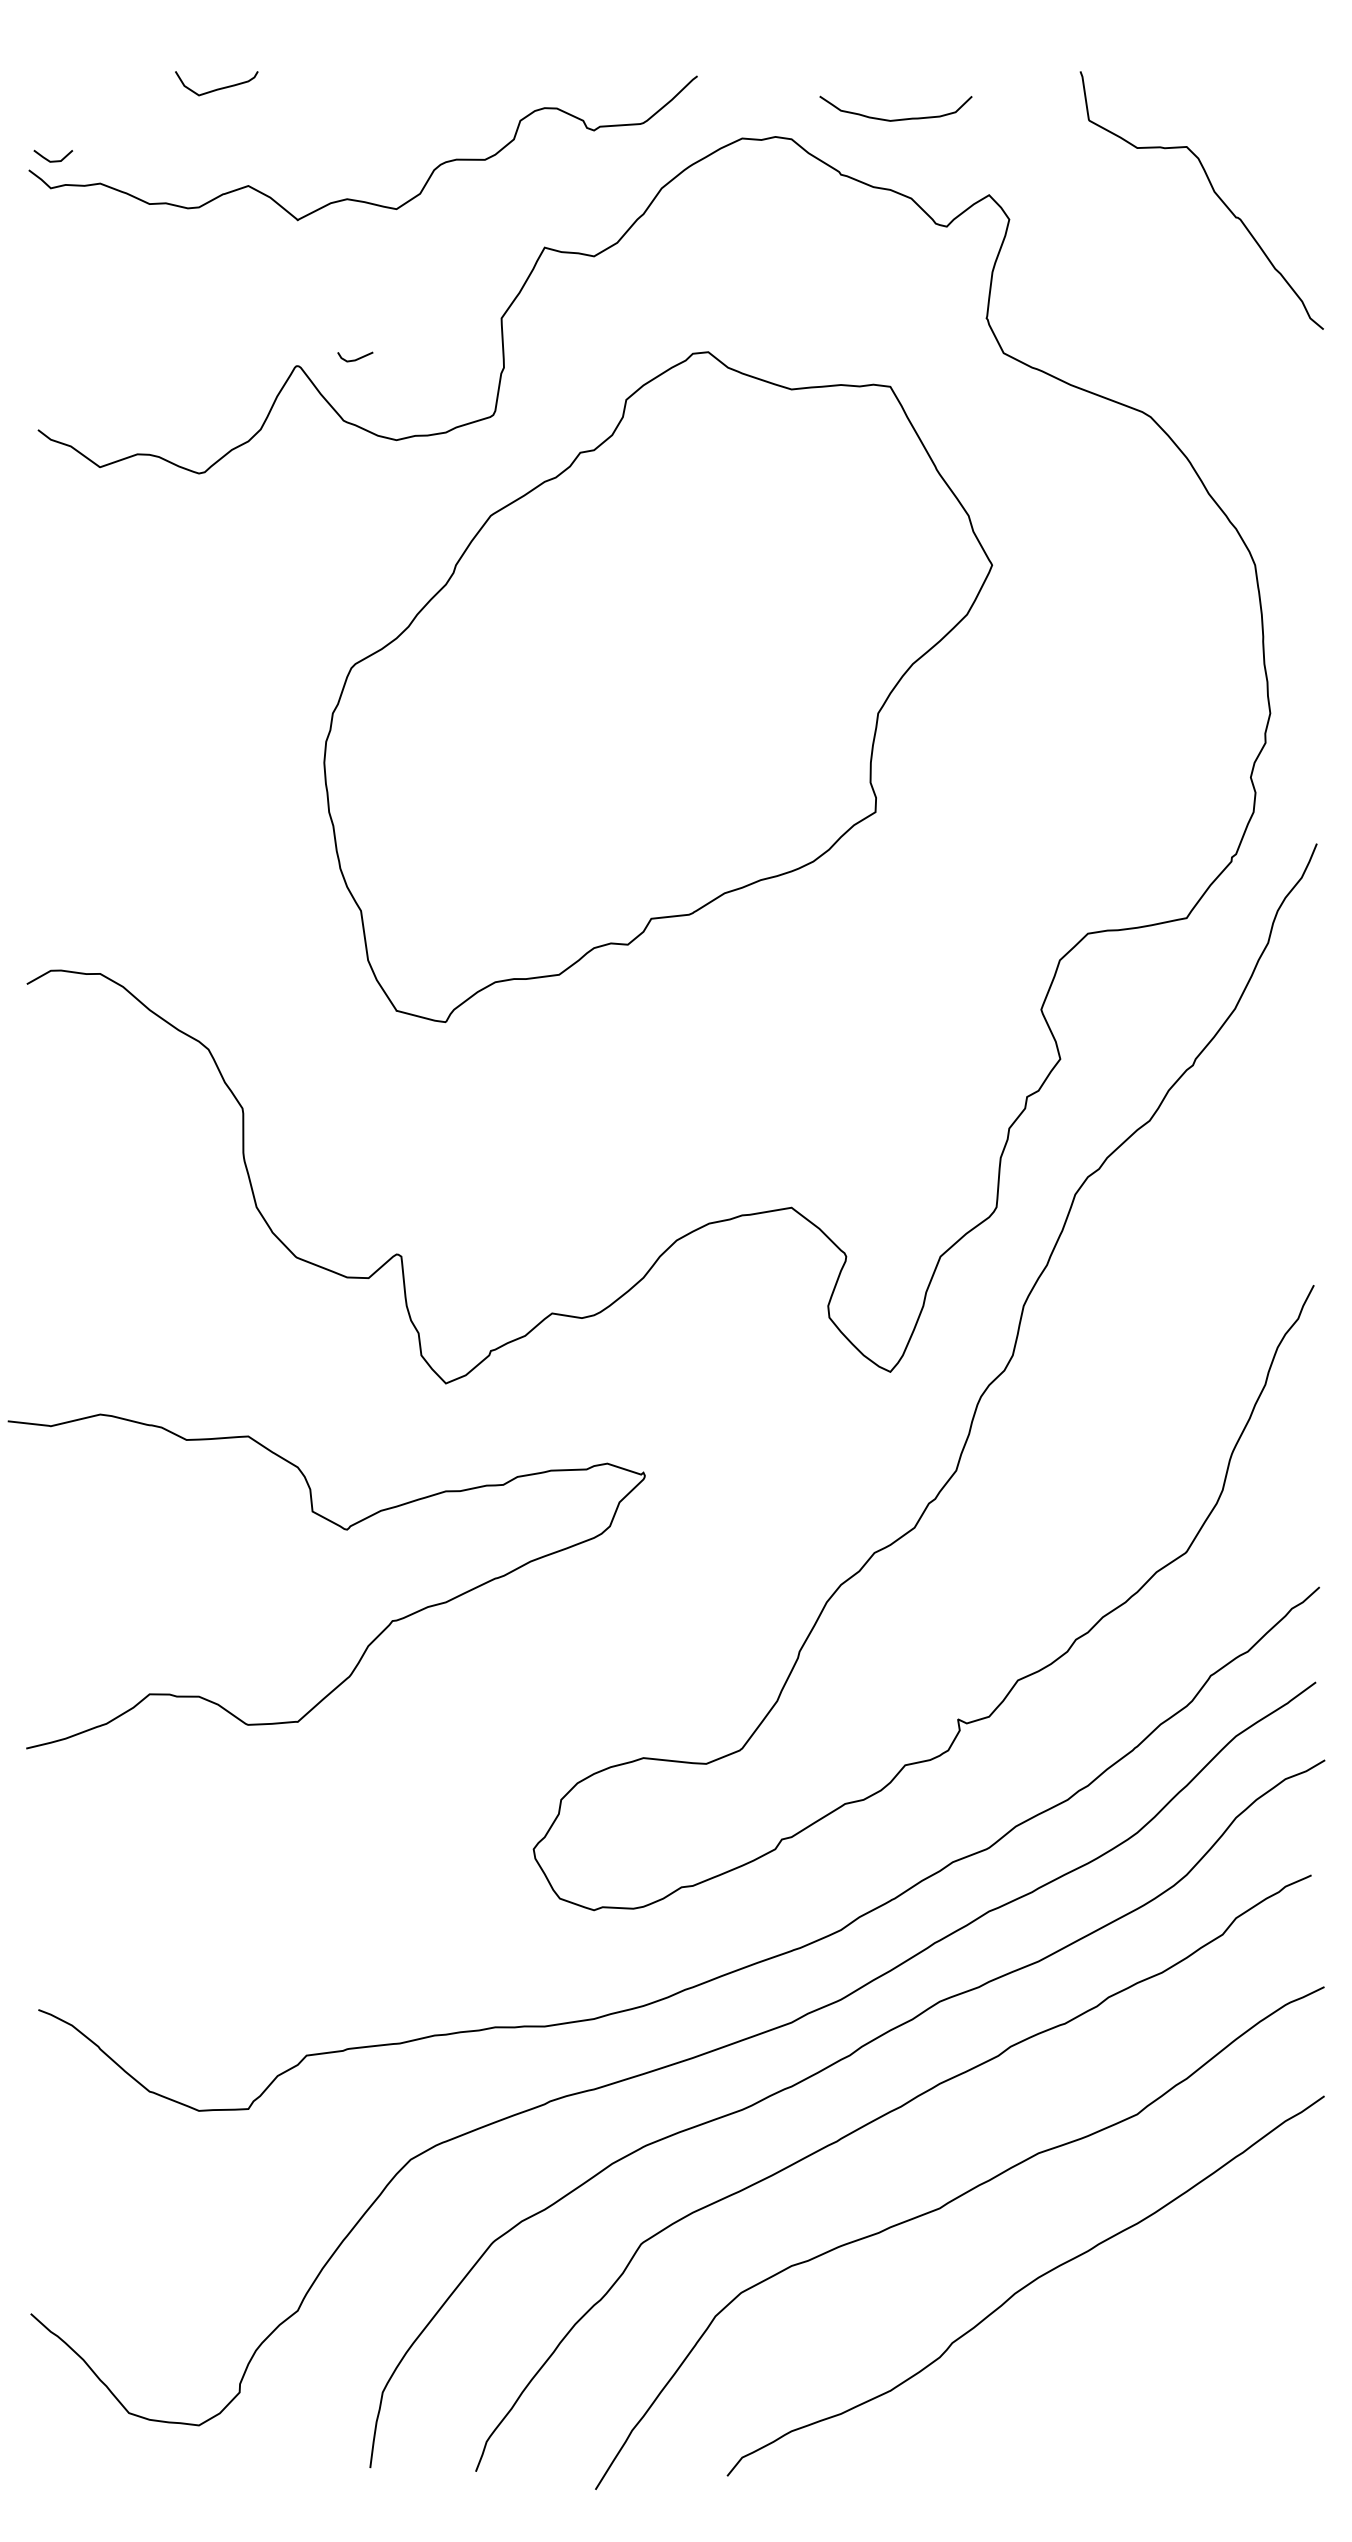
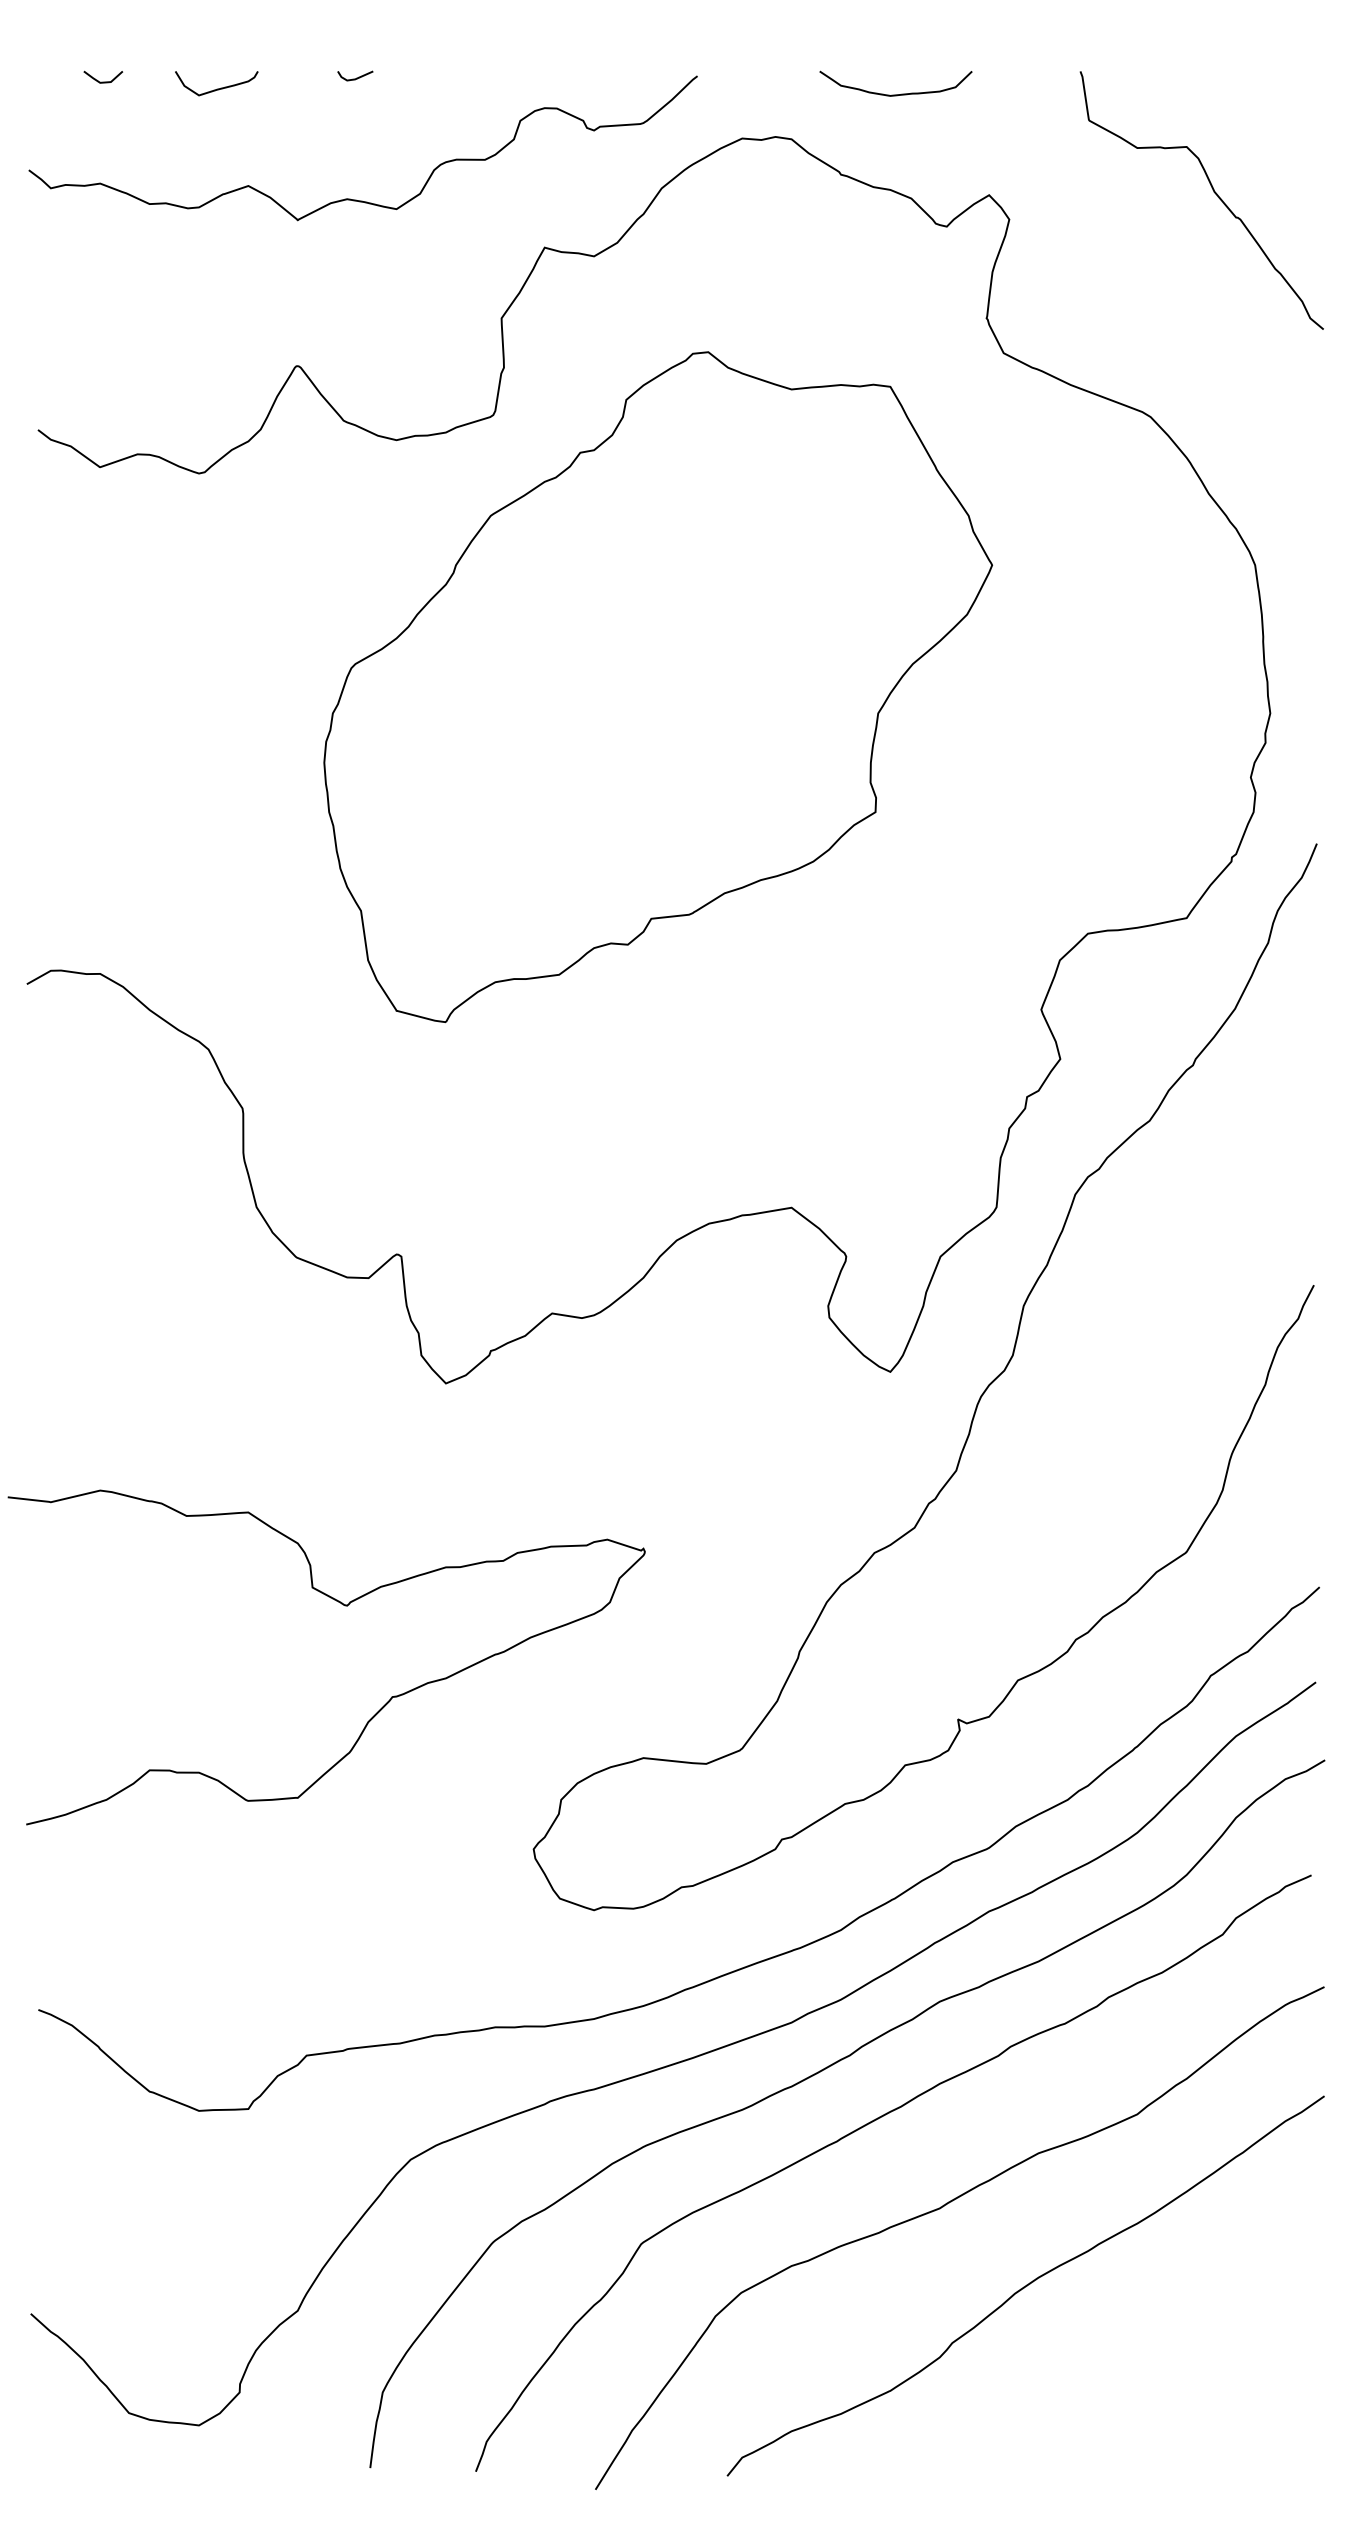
curve at (895, 119) position: (895, 119) -> (895, 94)
line at (53, 160) position: (53, 160) -> (103, 81)
line at (356, 358) position: (356, 358) -> (356, 77)
curve at (345, 1530) position: (345, 1530) -> (345, 1606)
